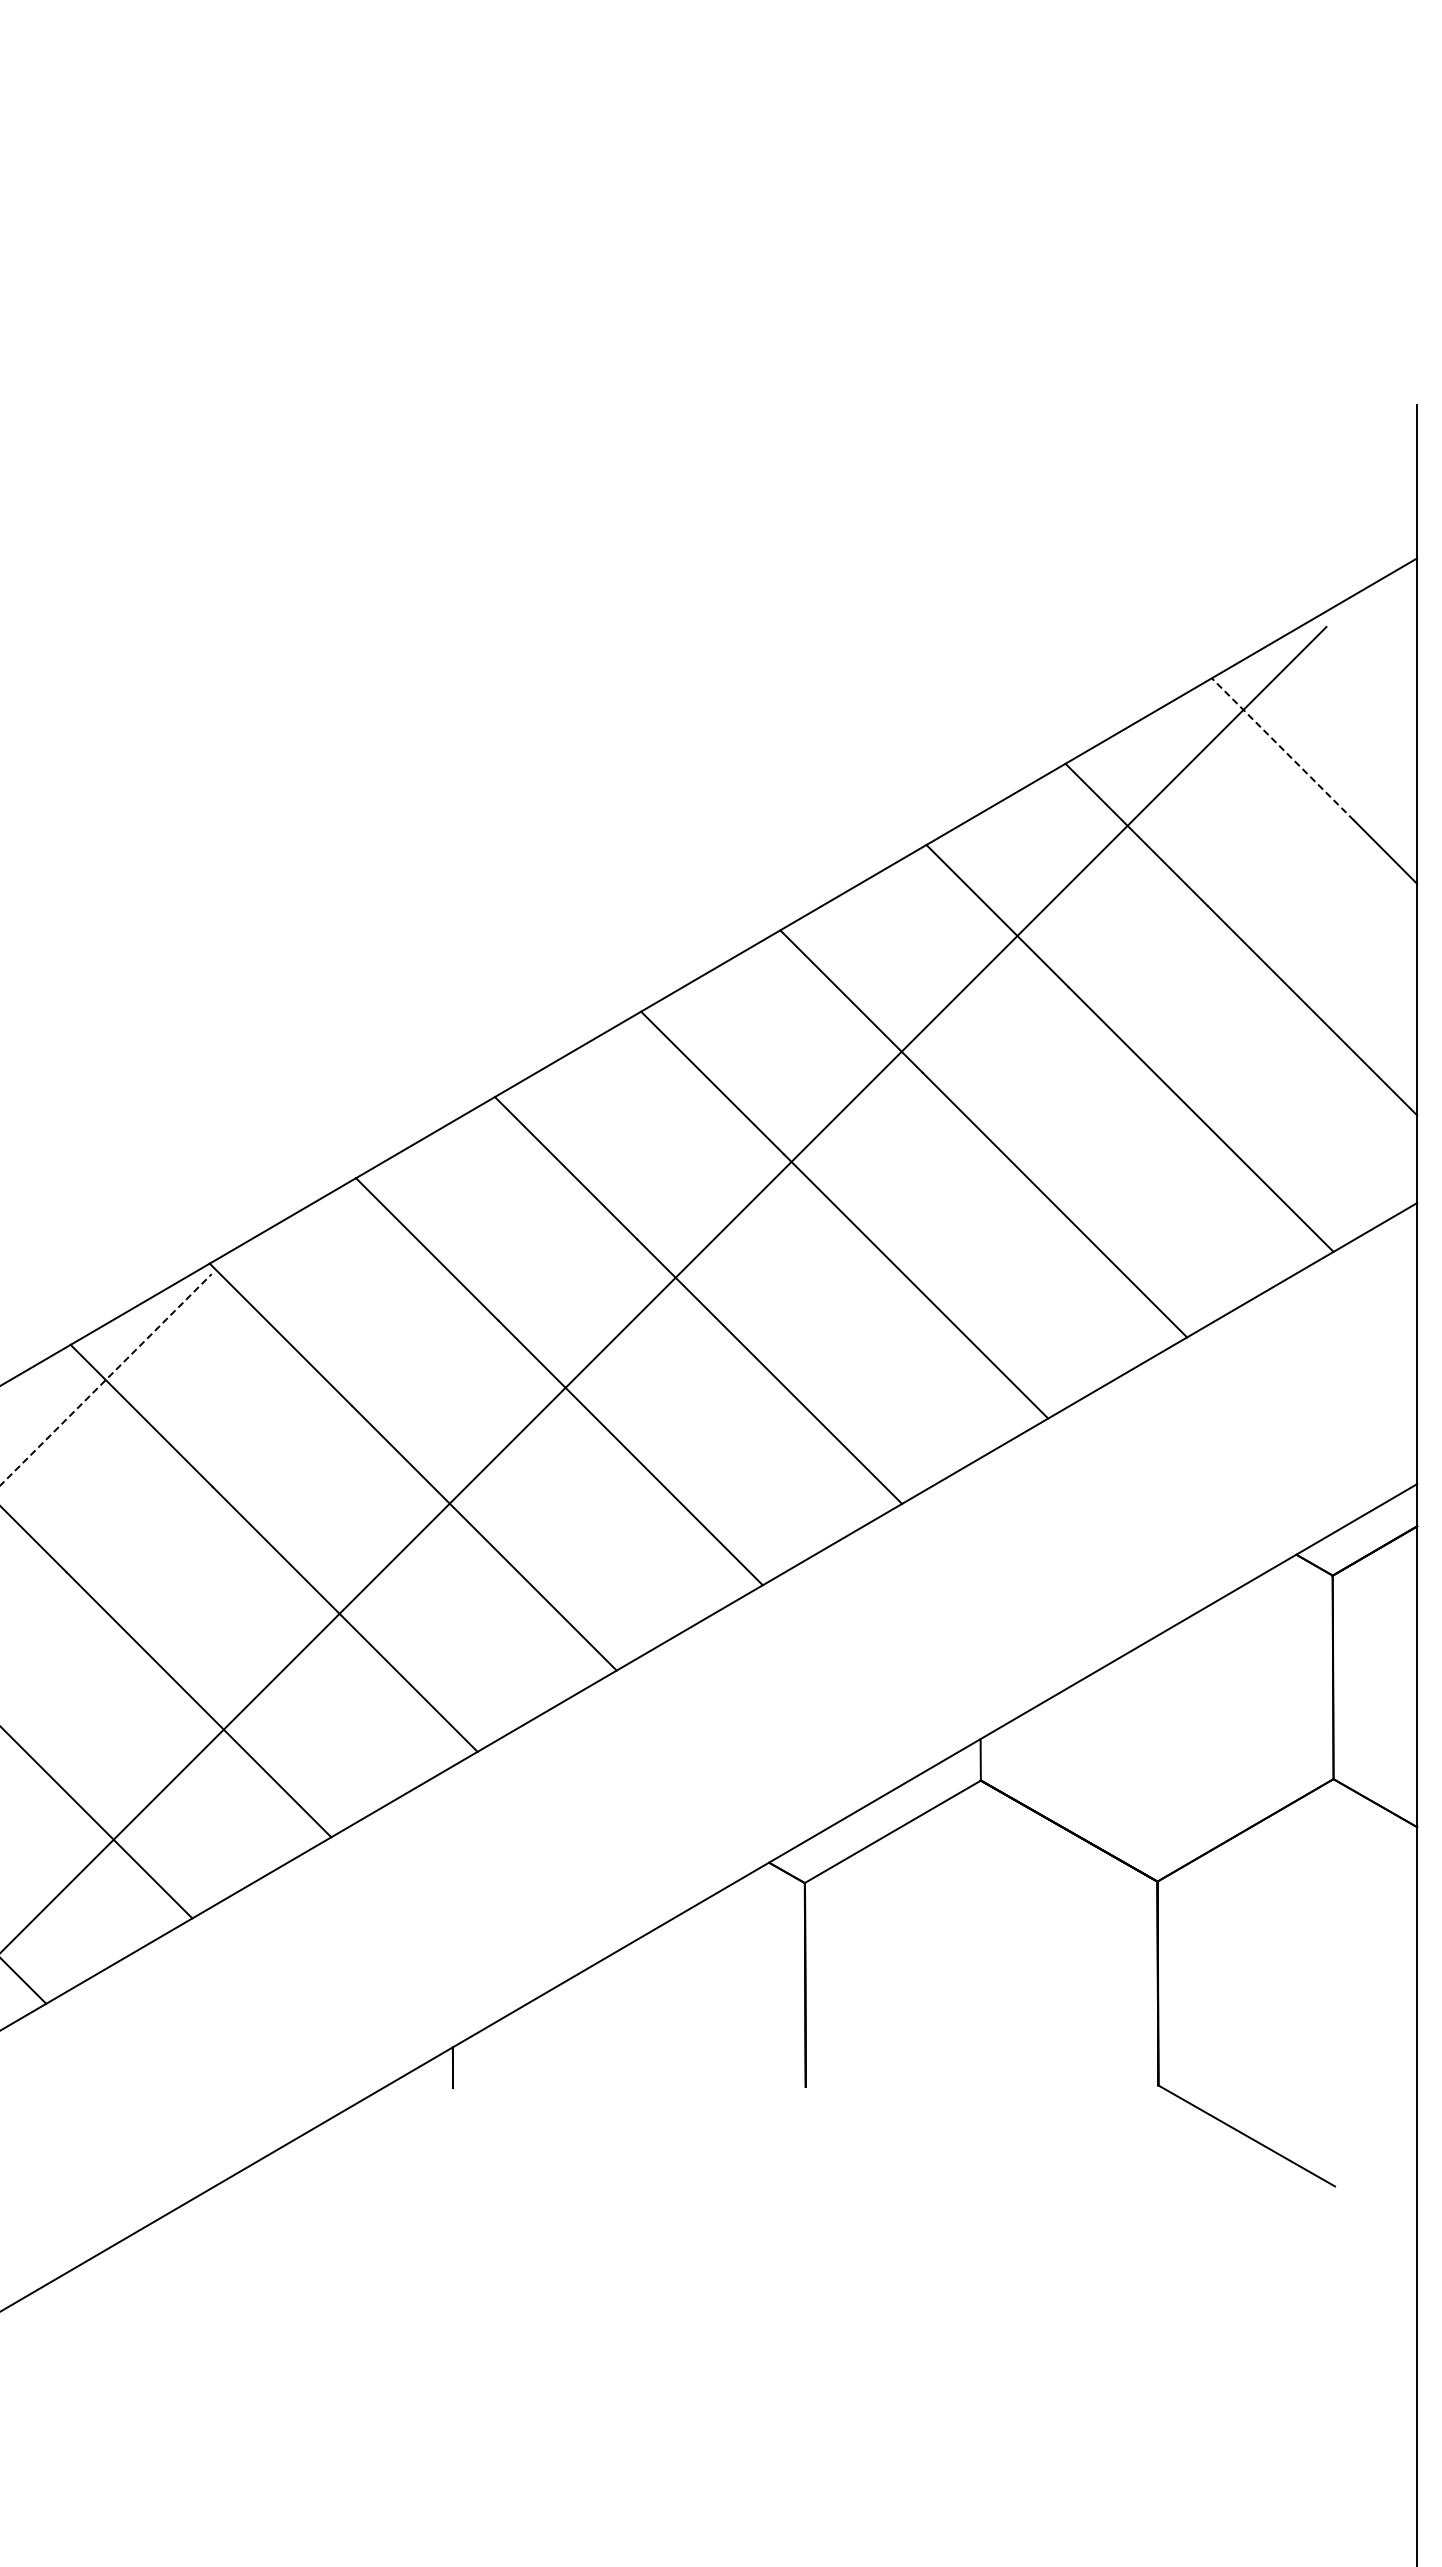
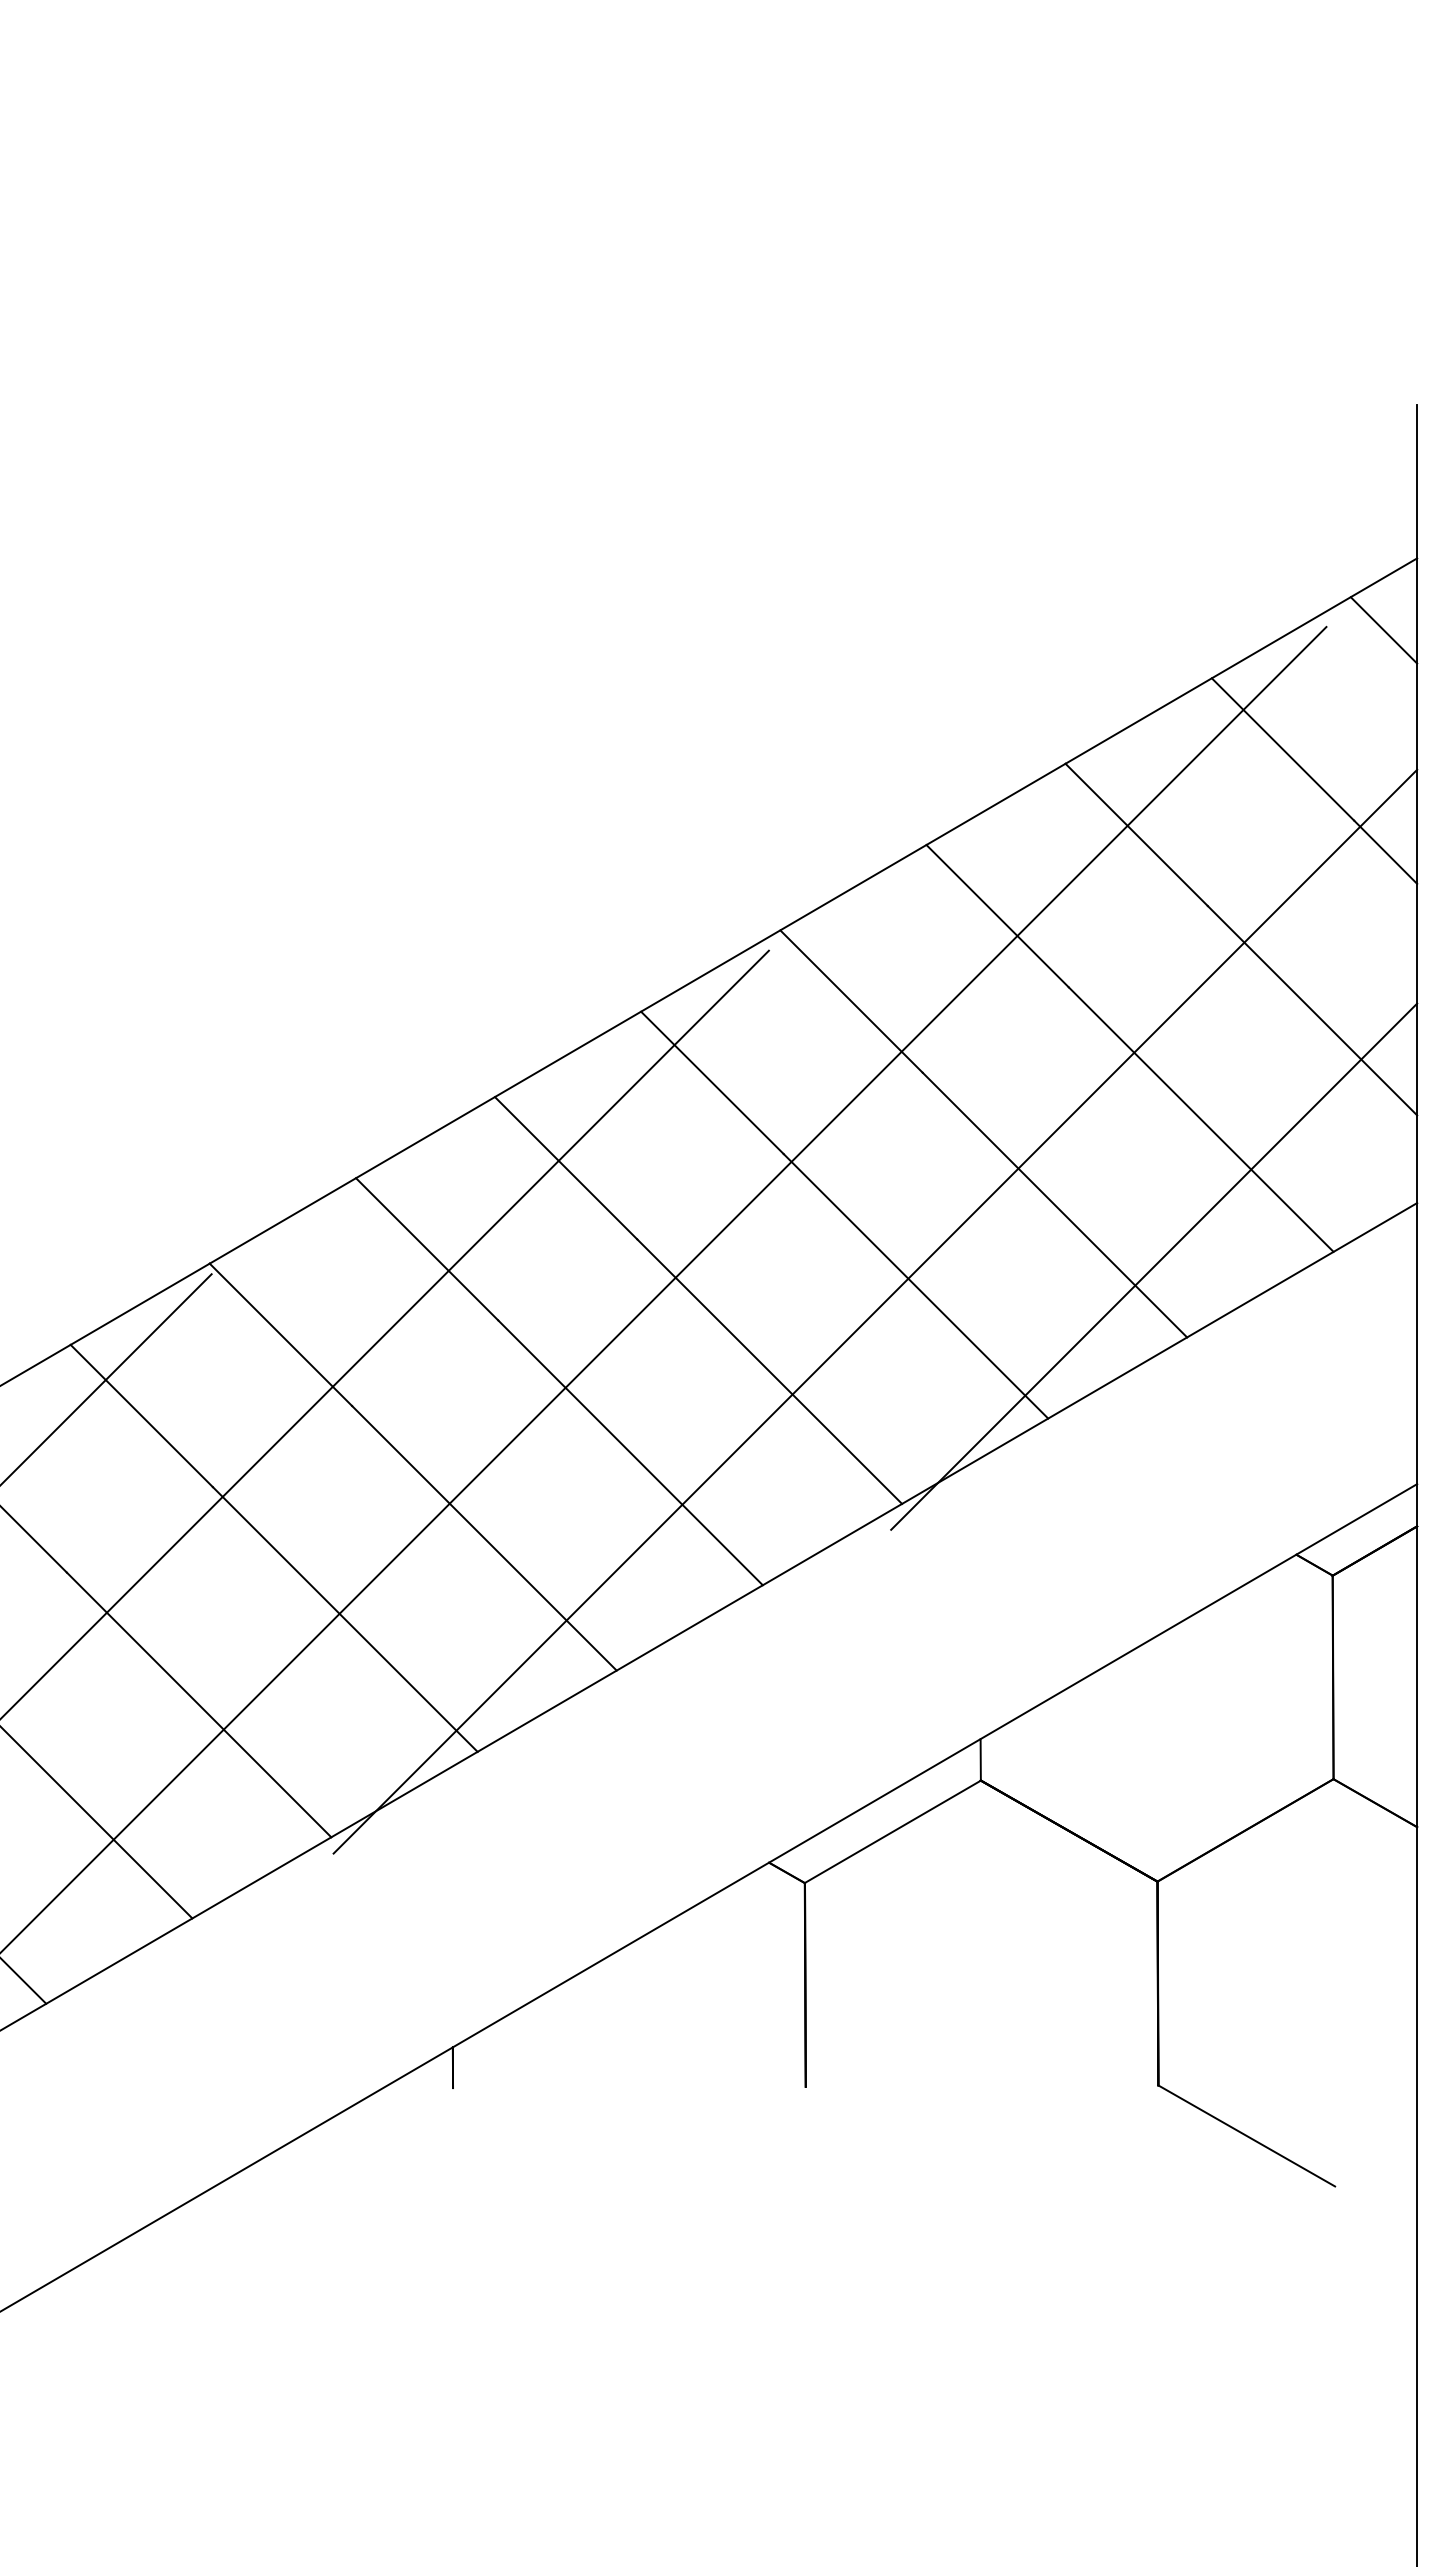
line at (1383, 630): none -> present
line at (1283, 749): dashed -> solid
line at (1154, 1266): none -> present
line at (875, 1311): none -> present
line at (385, 1333): none -> present
line at (106, 1379): dashed -> solid
